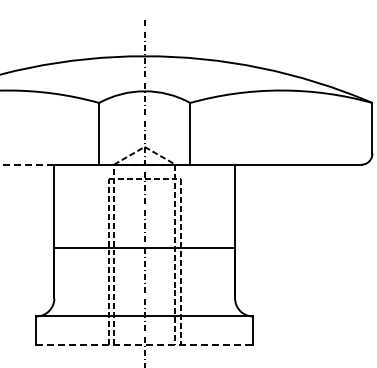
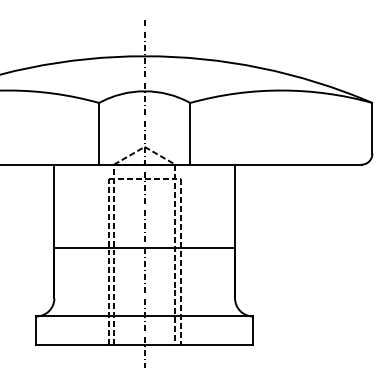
line at (27, 164): dashed -> solid
line at (145, 345): dashed -> solid
